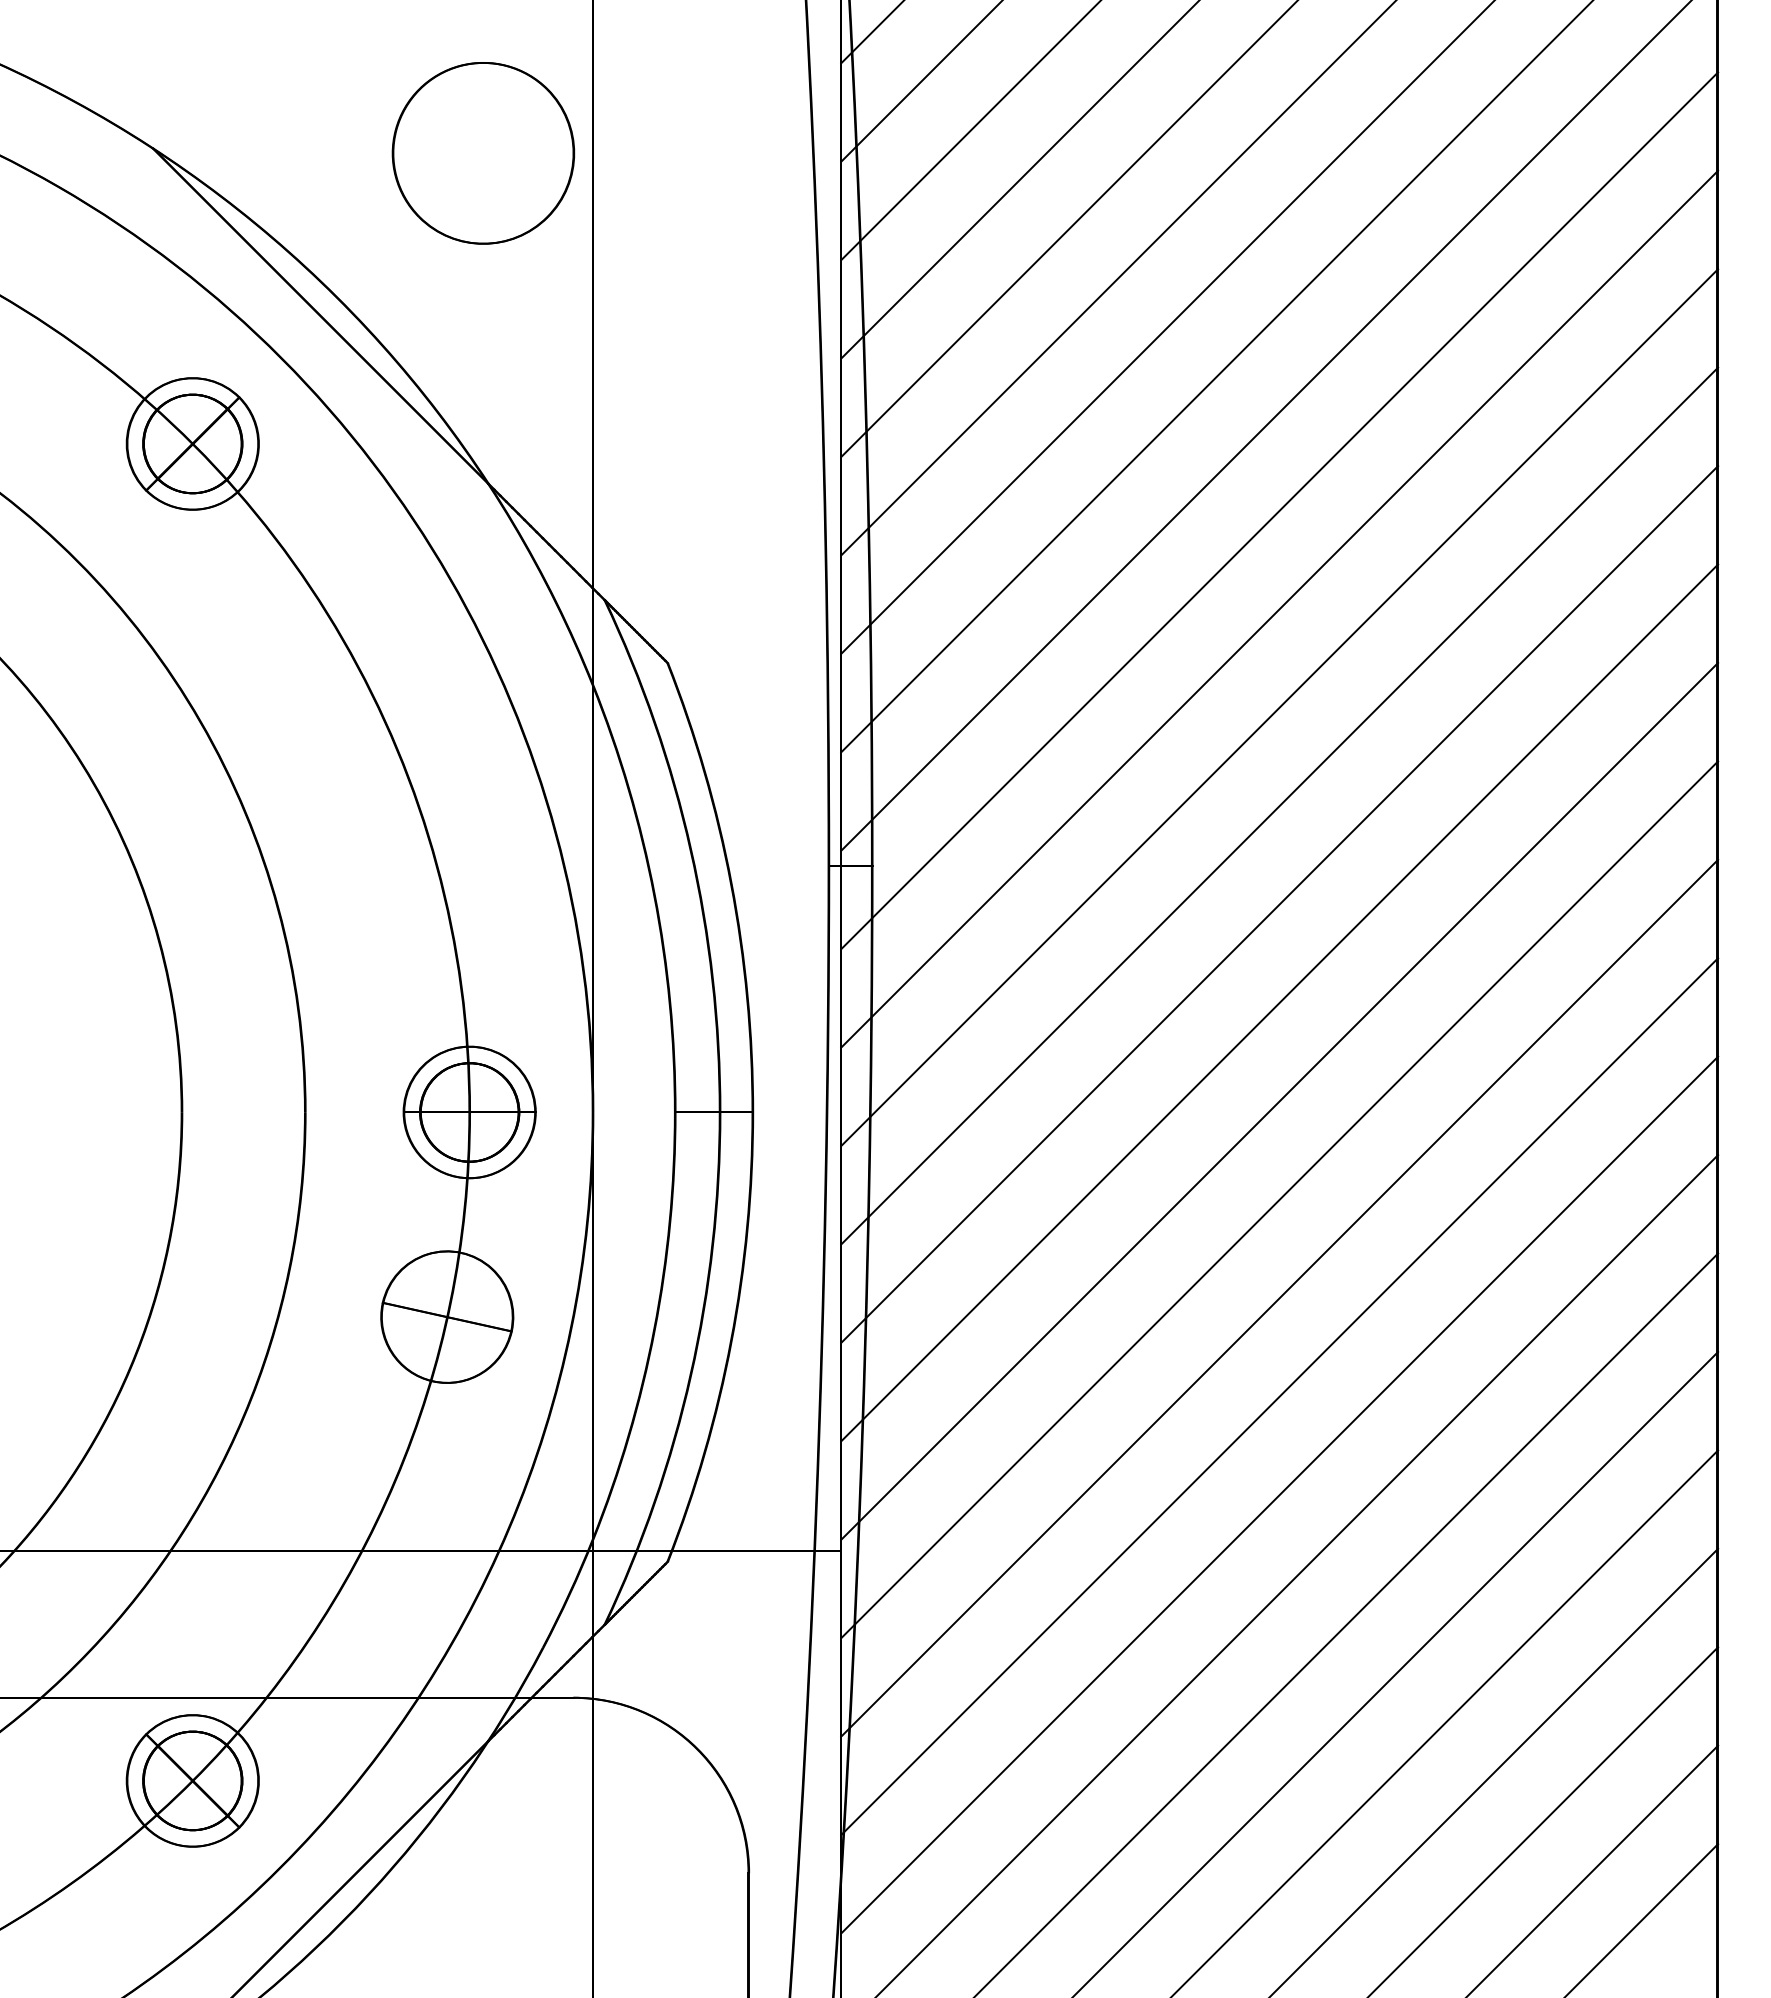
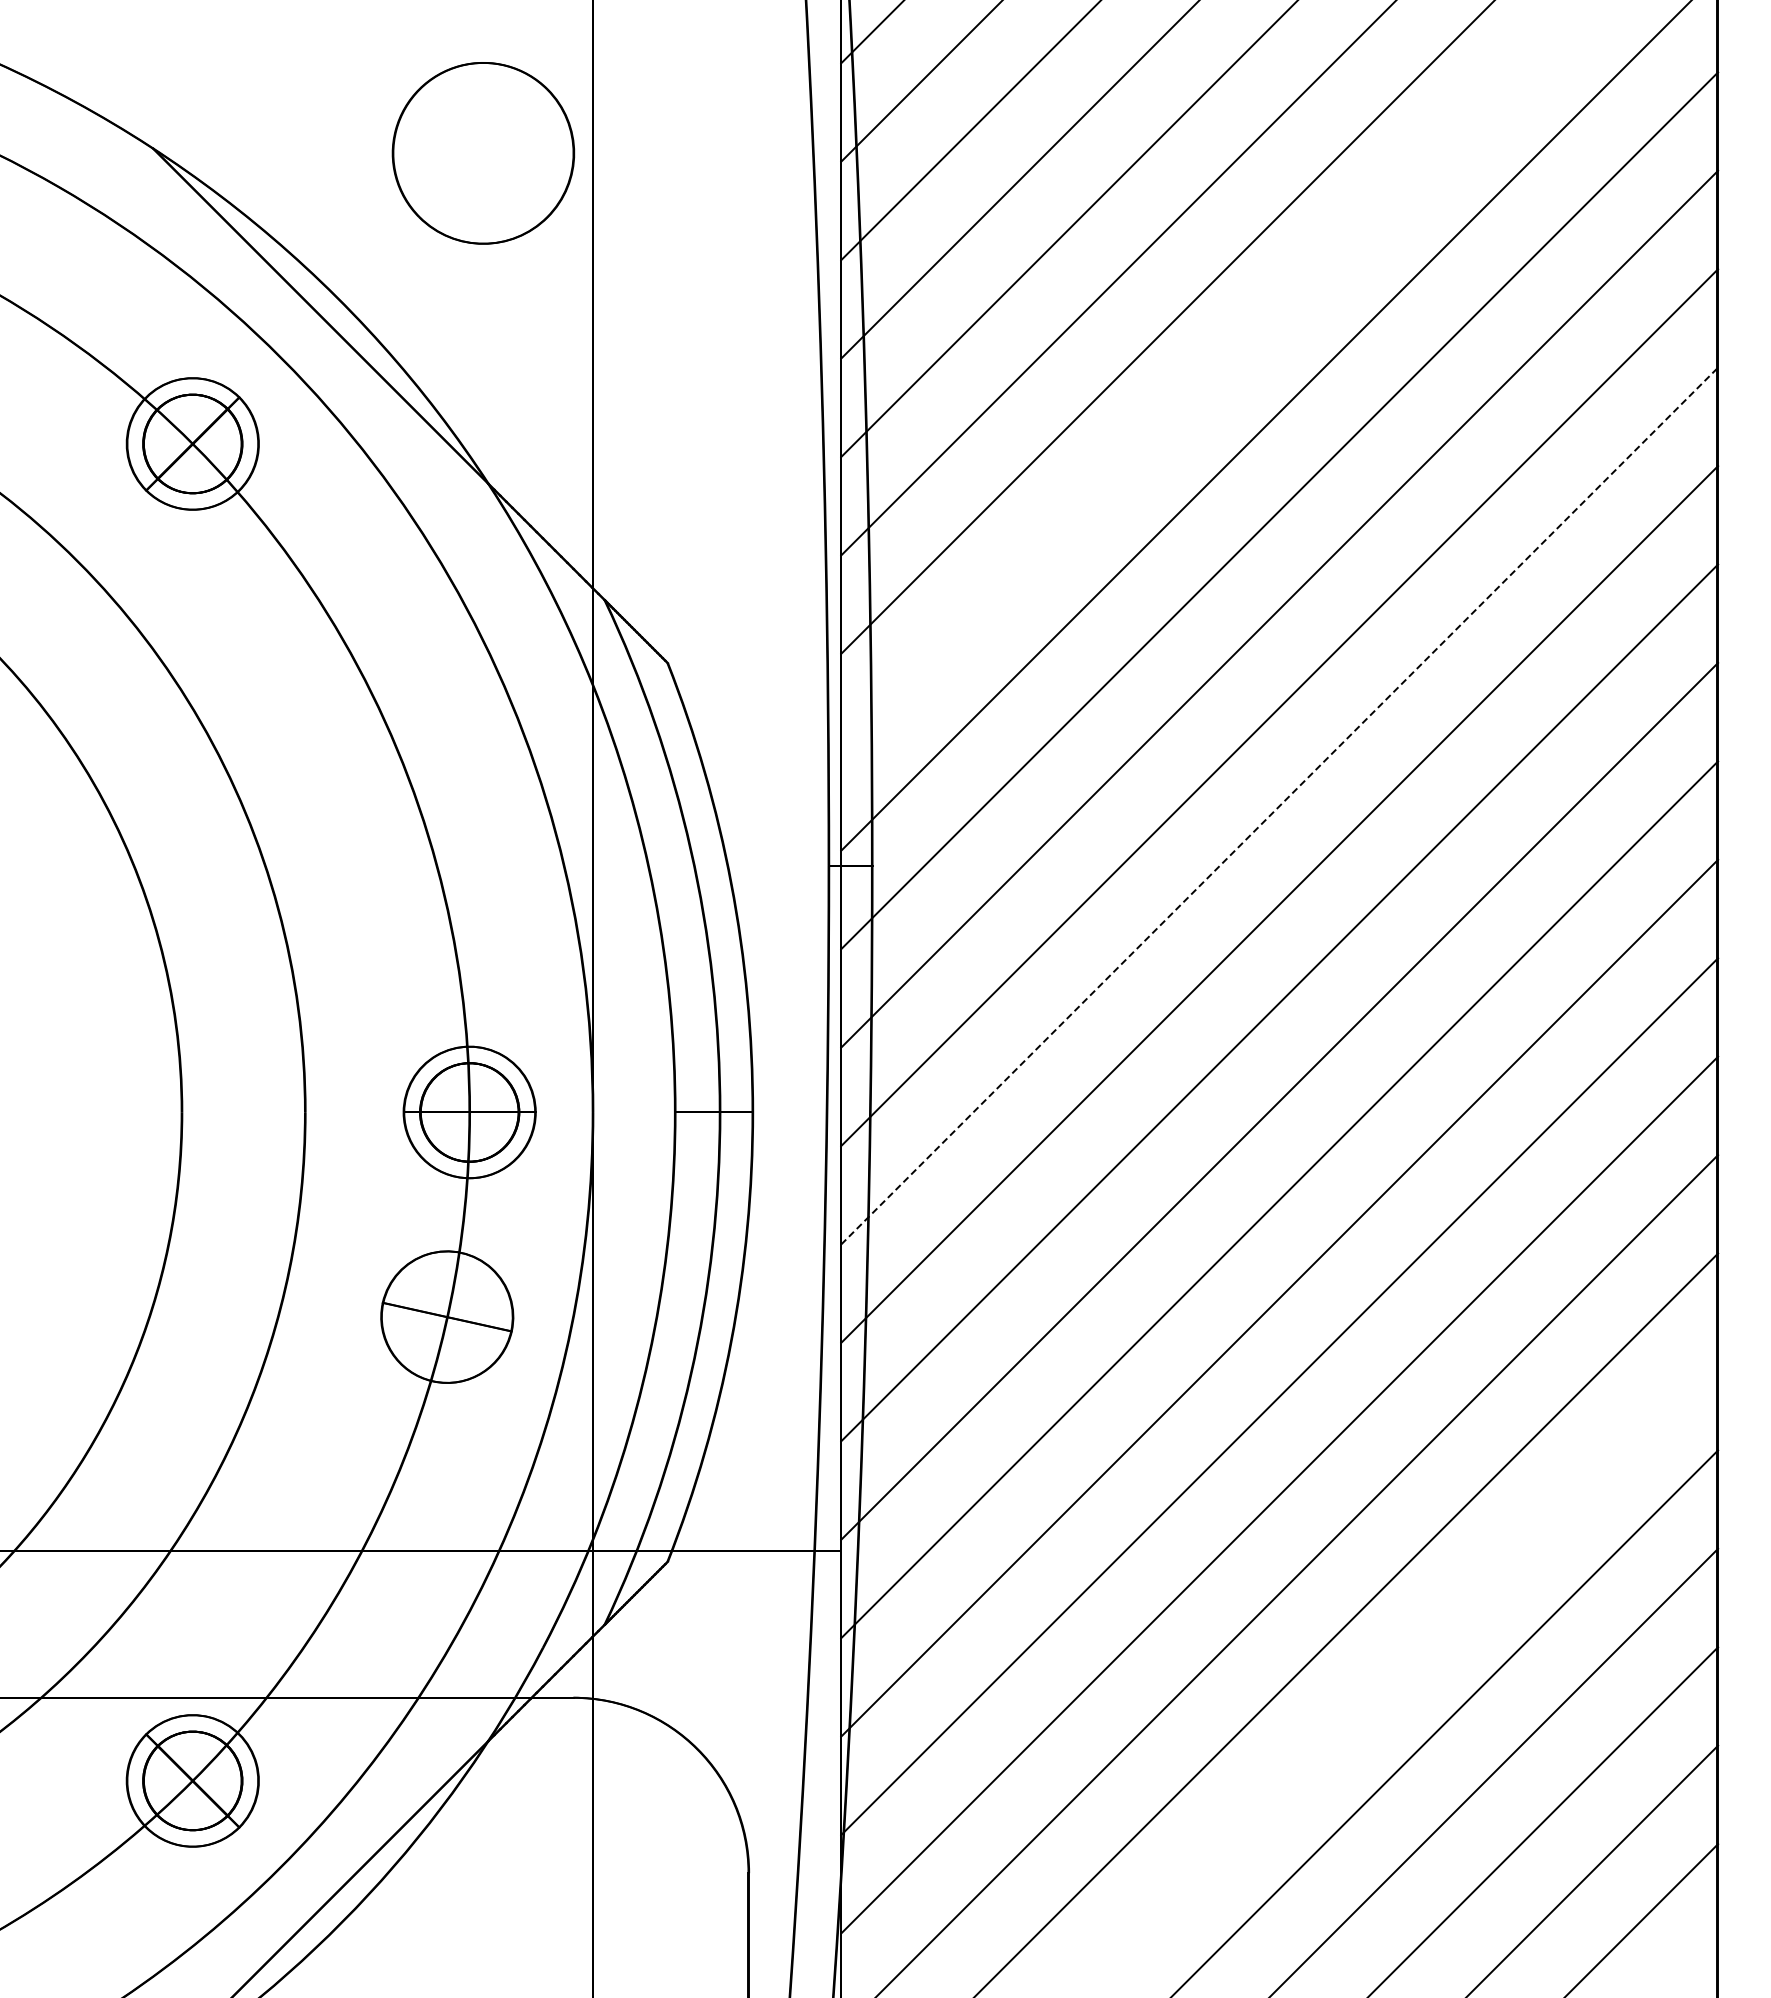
line at (1216, 377): present -> none
line at (1280, 805): solid -> dashed
line at (1396, 1672): present -> none
